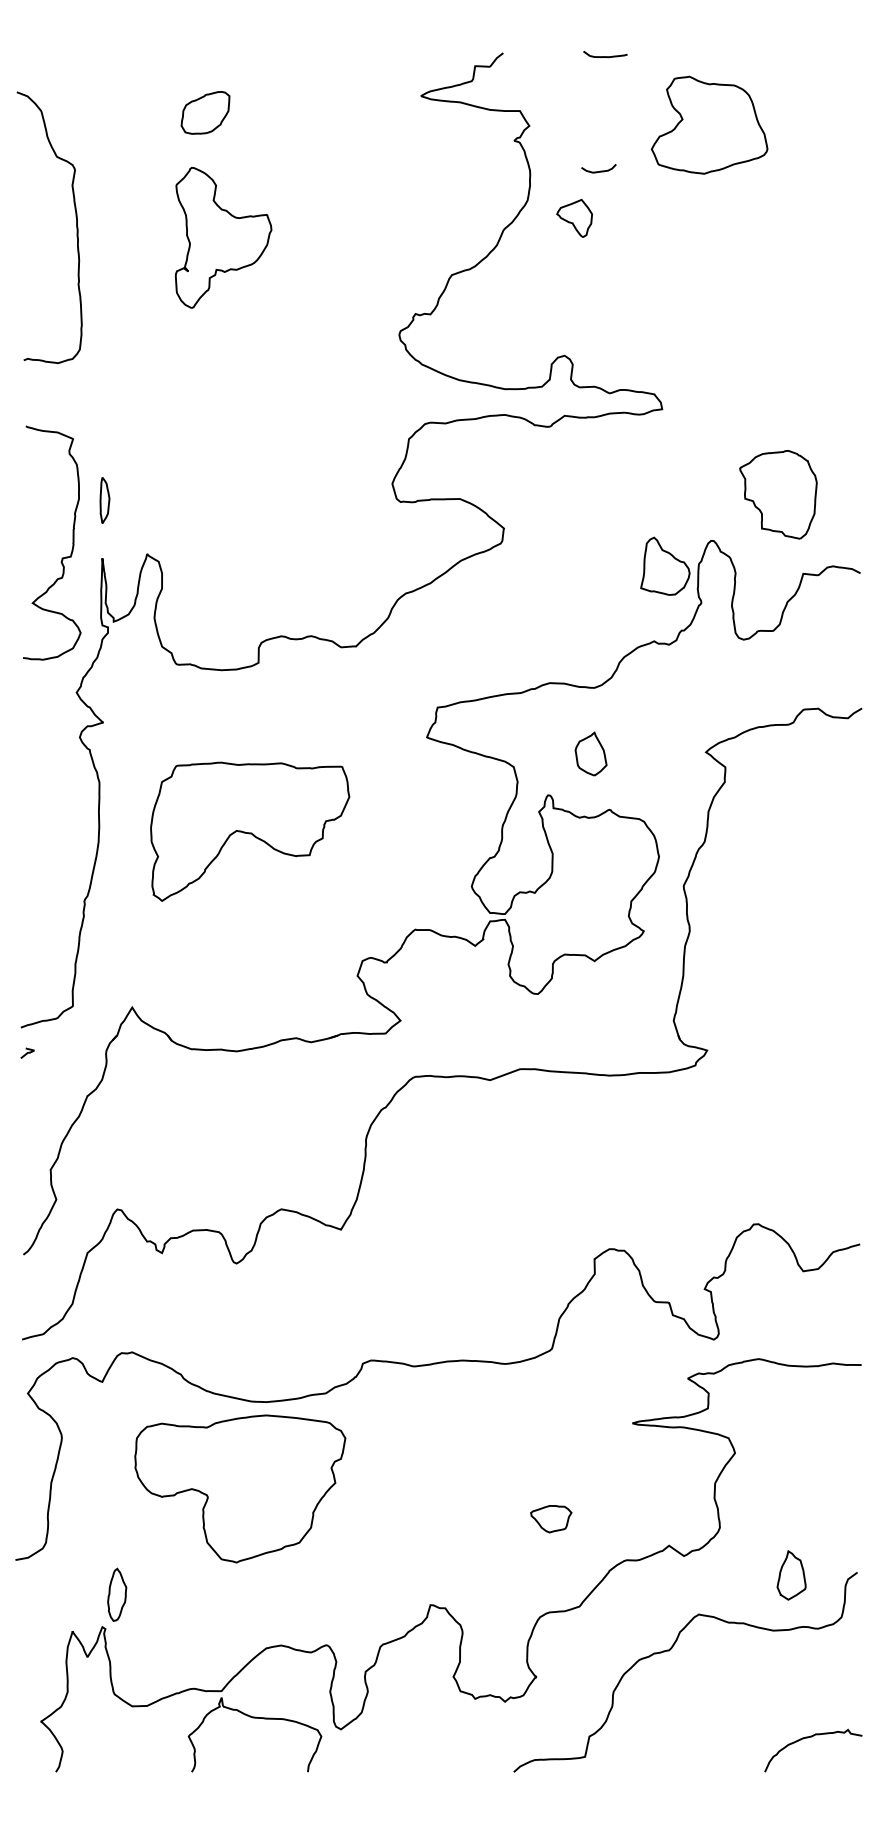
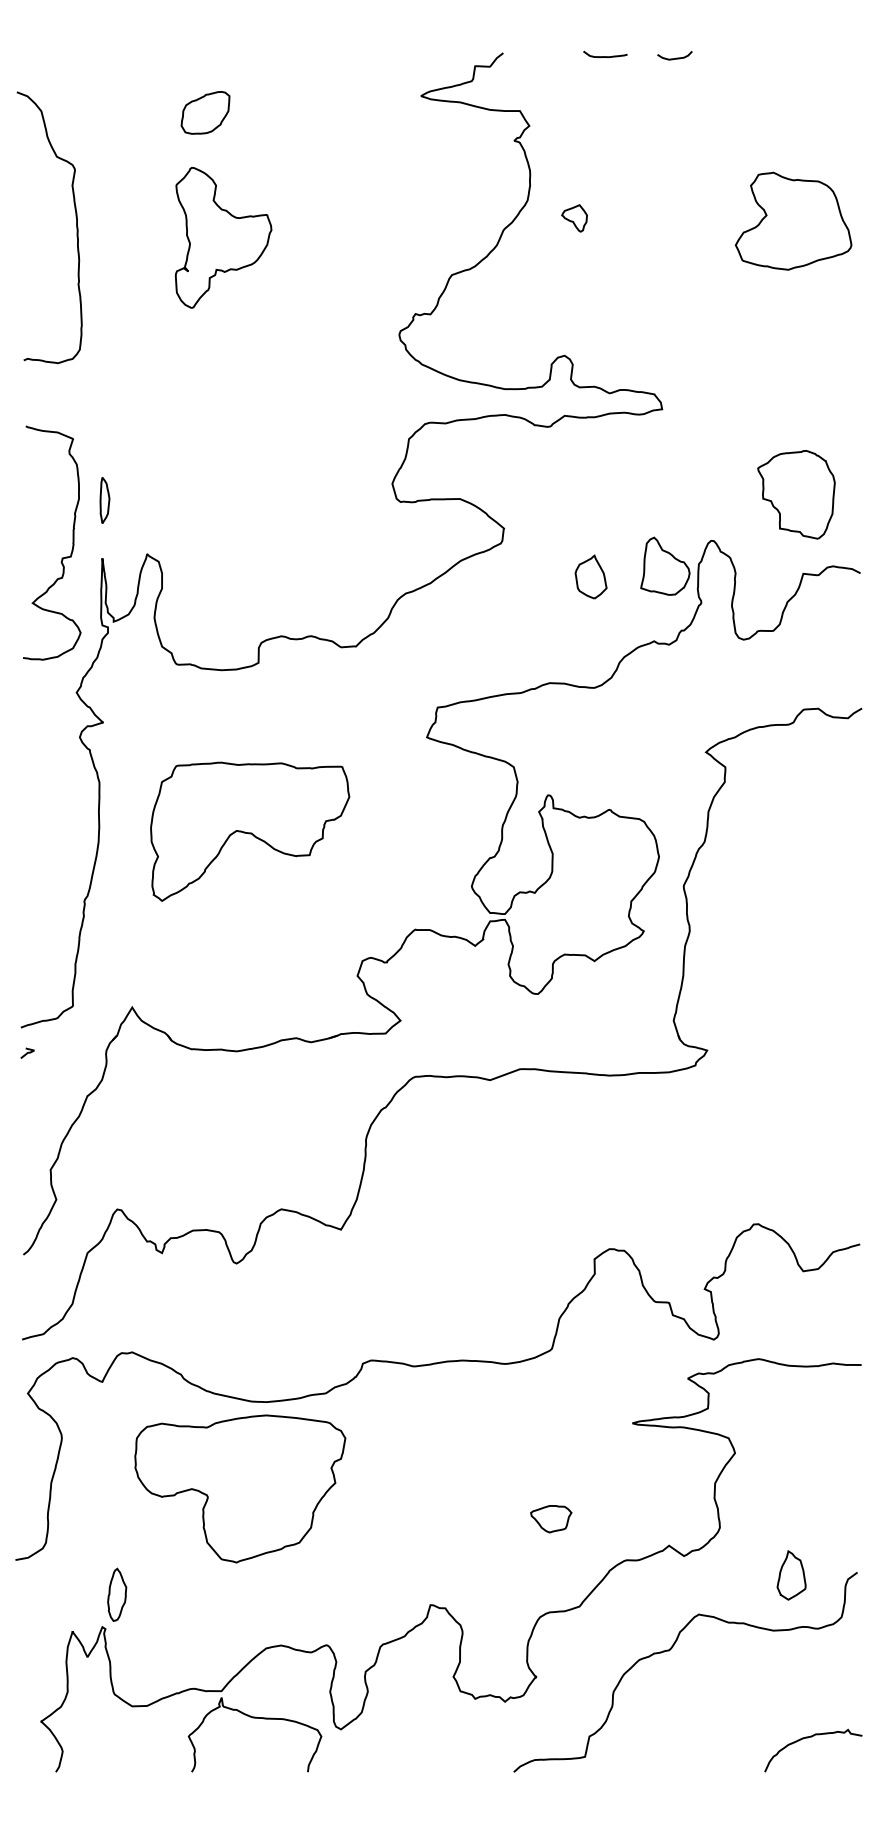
part at (709, 124) position: (709, 124) -> (793, 220)
curve at (600, 170) position: (600, 170) -> (676, 57)
part at (574, 217) size: 37x40 px -> 27x29 px
part at (778, 494) position: (778, 494) -> (796, 494)
part at (590, 753) position: (590, 753) -> (590, 576)
